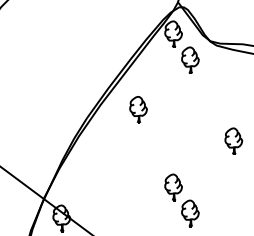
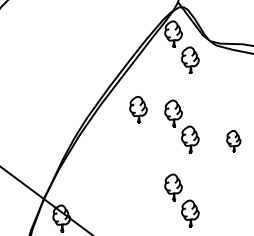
part at (181, 126): none -> present
part at (233, 140) size: 20x28 px -> 16x23 px
